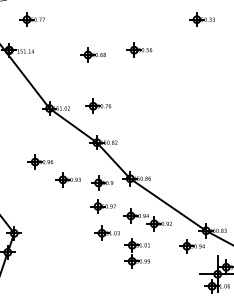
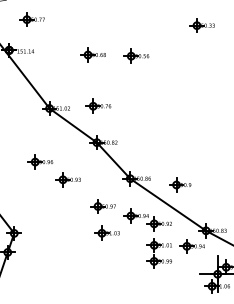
part at (201, 19) position: (201, 19) -> (201, 25)
part at (139, 49) position: (139, 49) -> (136, 55)
part at (102, 182) position: (102, 182) -> (180, 184)
part at (136, 253) position: (136, 253) -> (158, 253)
